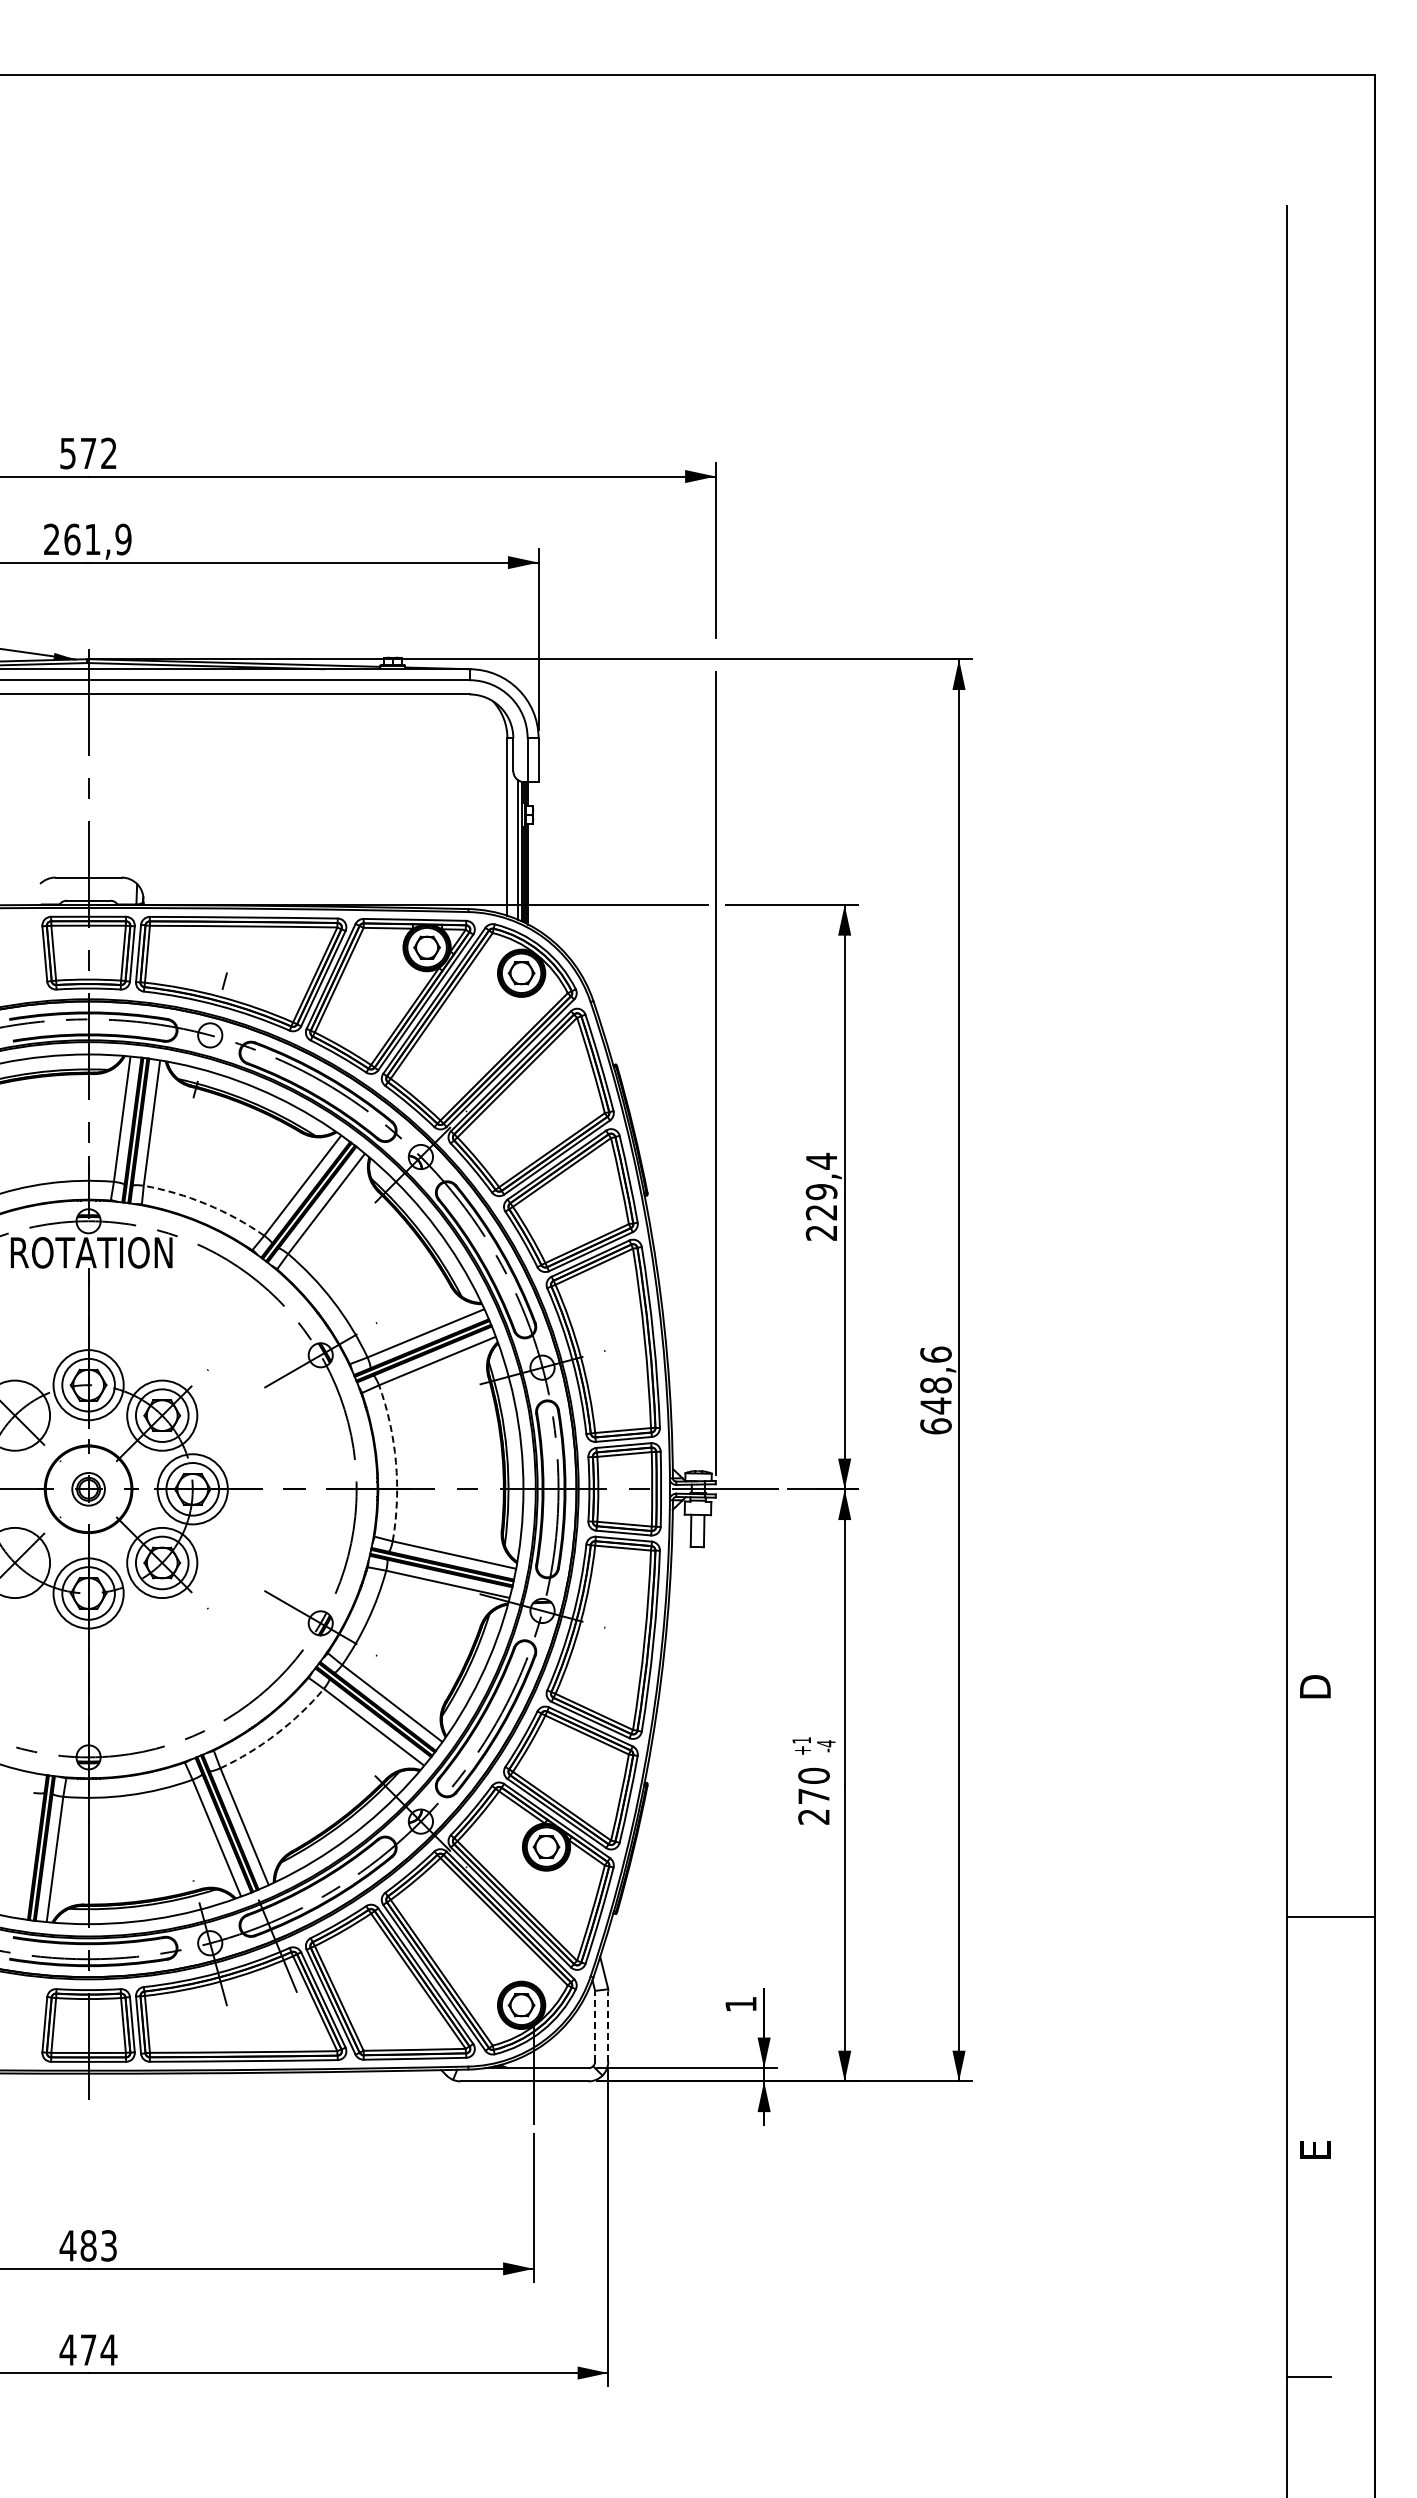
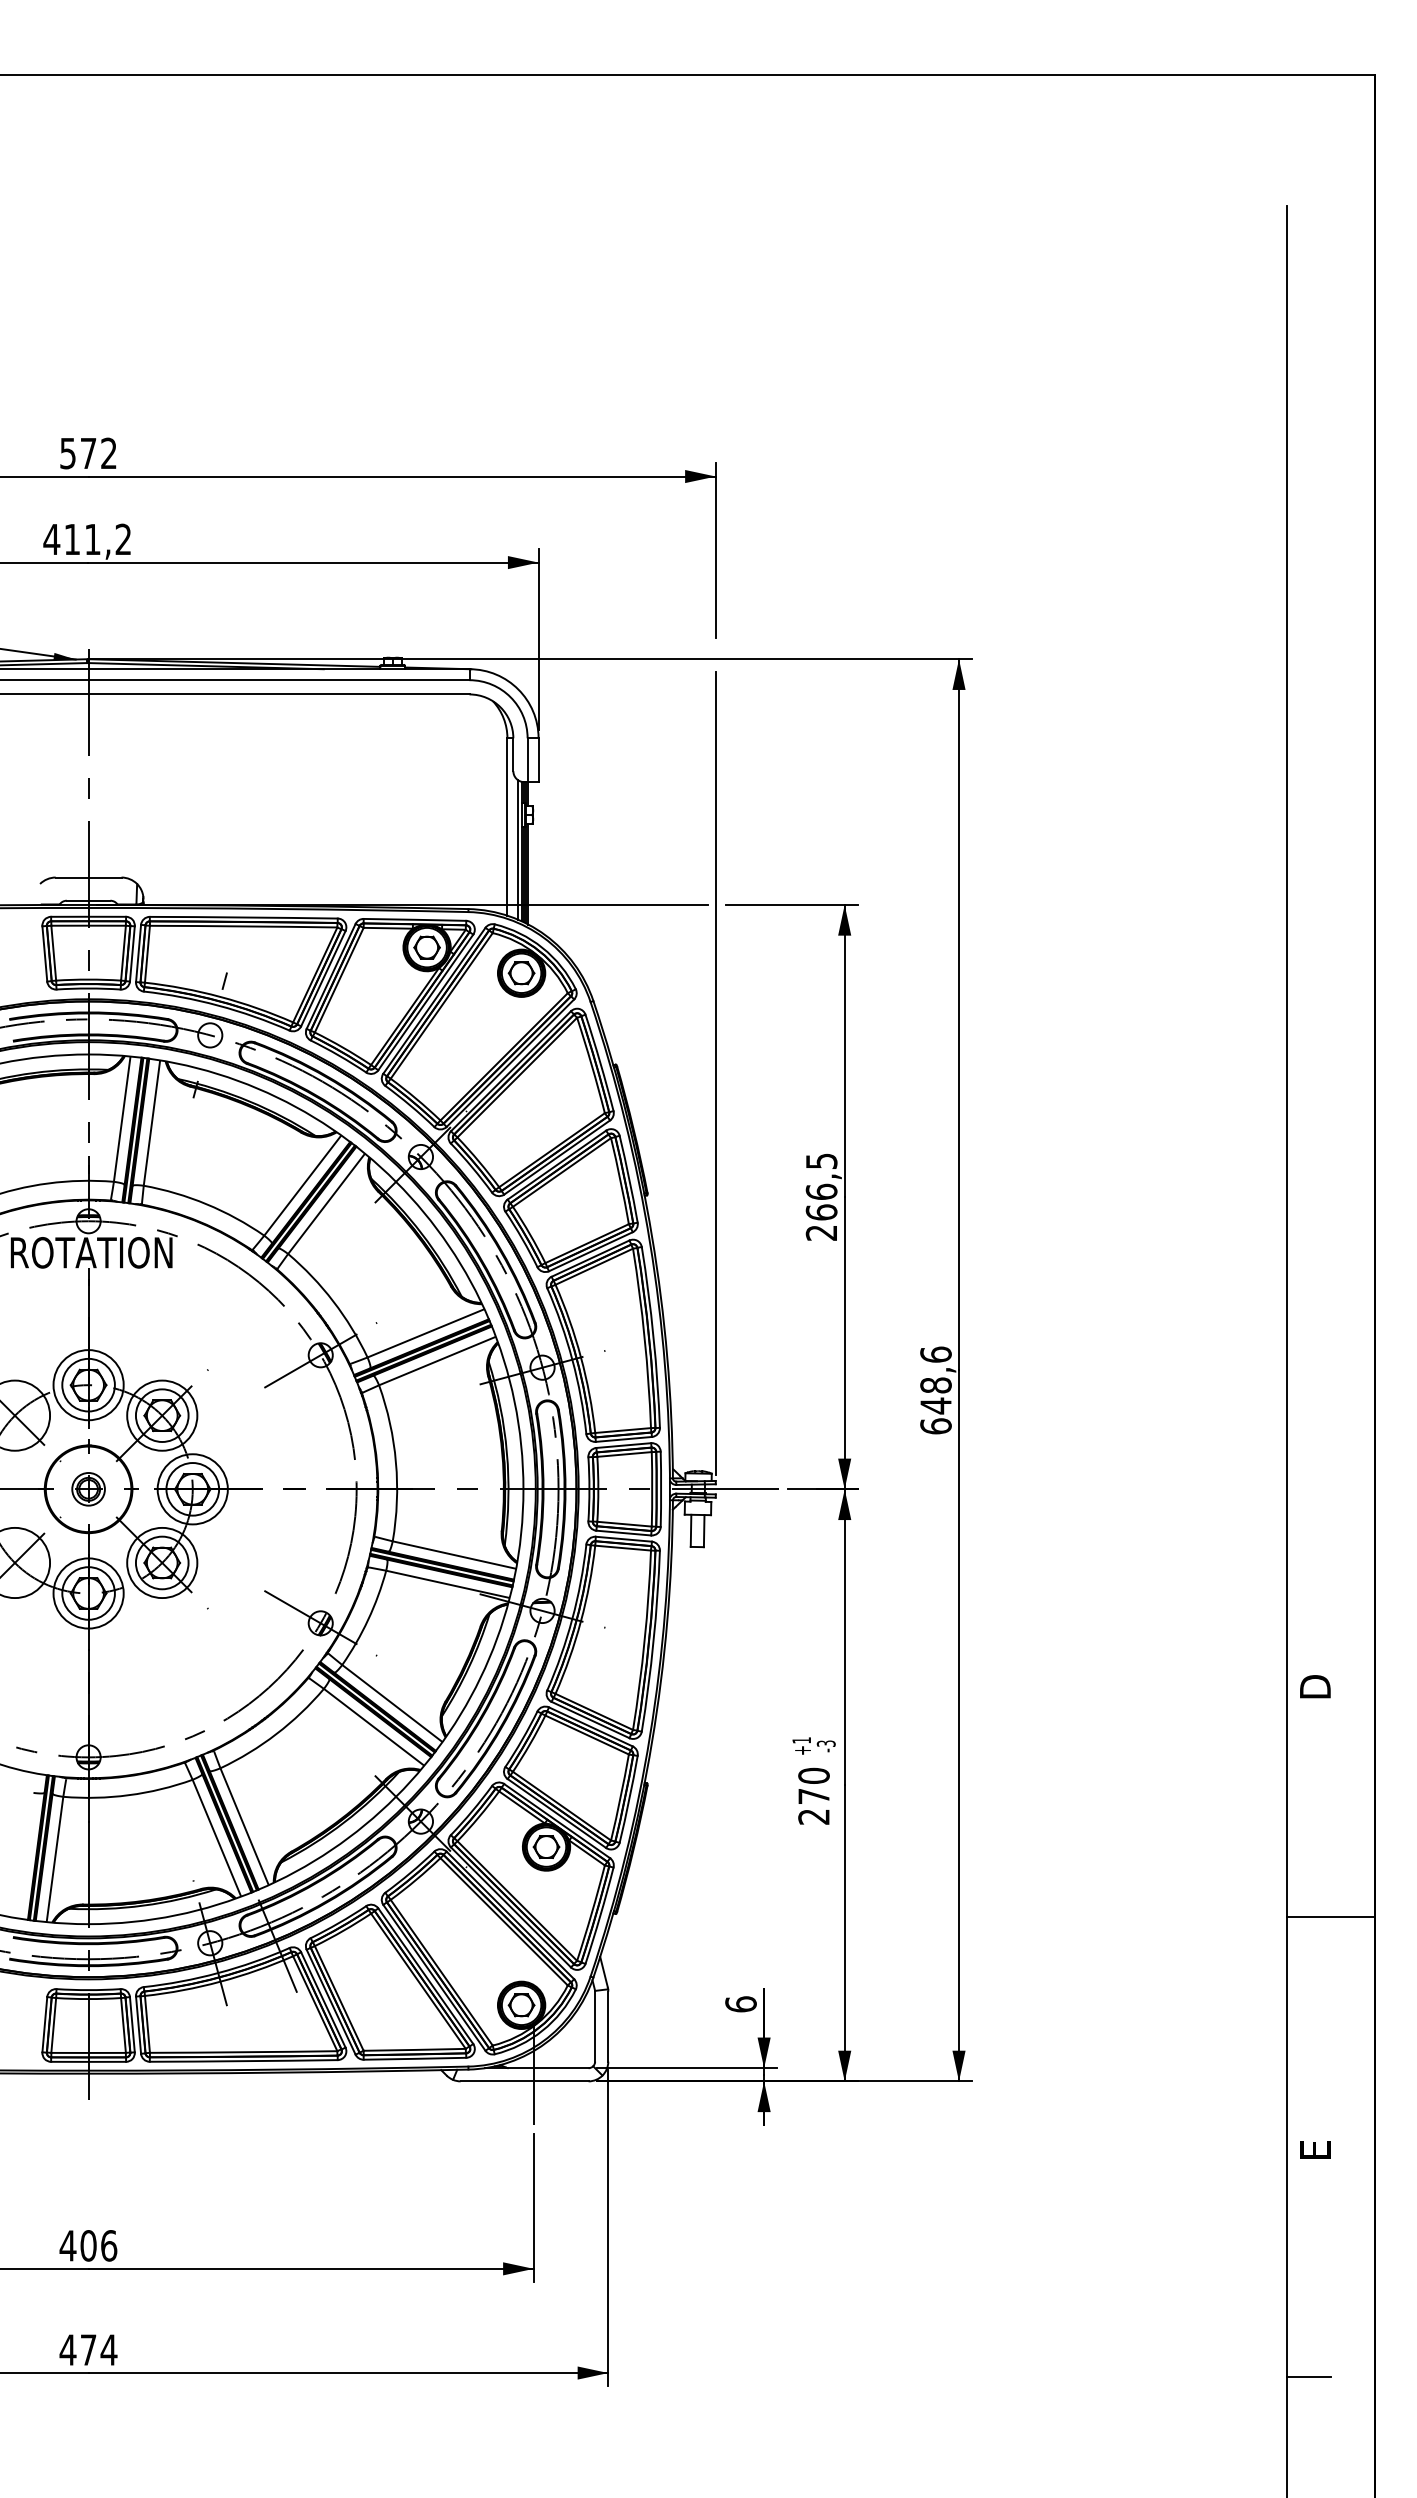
text at (87, 539): 261,9 -> 411,2
text at (821, 1186): 229,4 -> 266,5
arc at (206, 1204): dashed -> solid
arc at (395, 1462): dashed -> solid
arc at (276, 1734): dashed -> solid
text at (825, 1743): -4 -> -3
text at (740, 2004): 1 -> 6
line at (595, 2026): dashed -> solid
line at (608, 2026): dashed -> solid
text at (98, 2245): 483 -> 406
